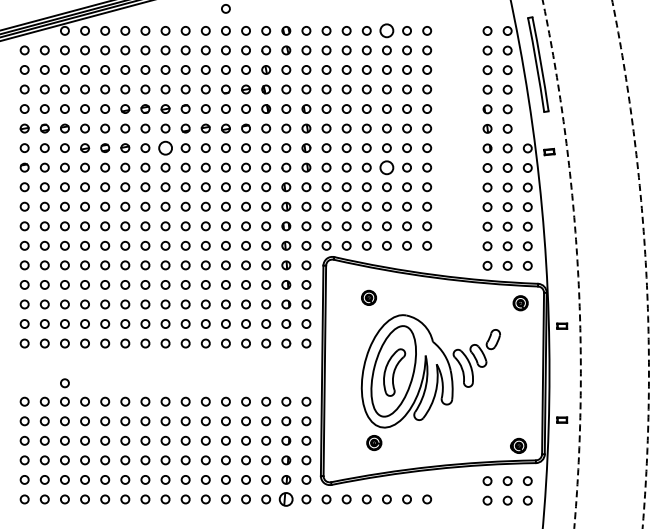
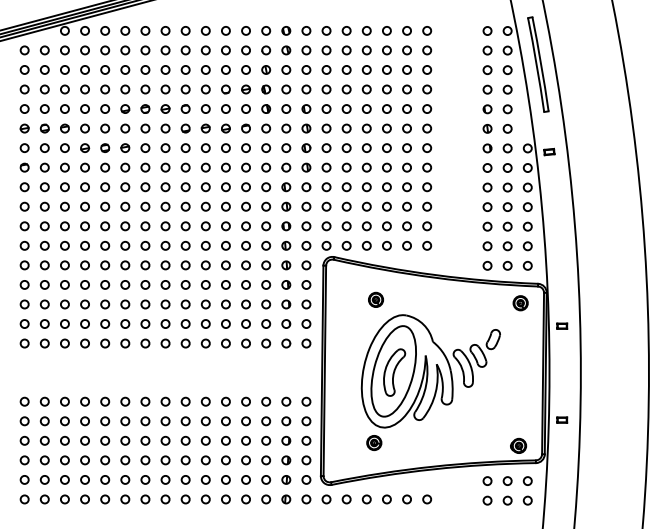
circle at (225, 8): present -> none
circle at (386, 30) size: 16x16 px -> 10x10 px
circle at (165, 147) size: 15x16 px -> 11x10 px
circle at (386, 167) size: 16x16 px -> 10x11 px
arc at (577, 263): dashed -> solid
arc at (645, 264): dashed -> solid
part at (368, 297) position: (368, 297) -> (375, 299)
circle at (64, 383): present -> none
part at (285, 499) size: 16x15 px -> 11x11 px
